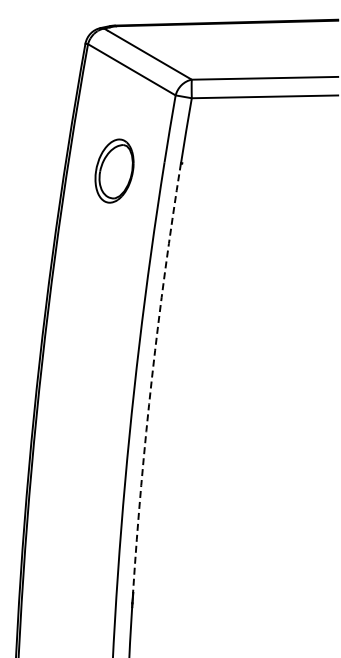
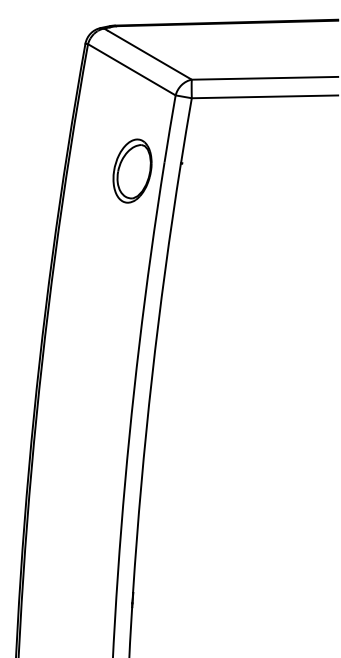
part at (114, 170) position: (114, 170) -> (132, 170)
arc at (152, 377): dashed -> solid
